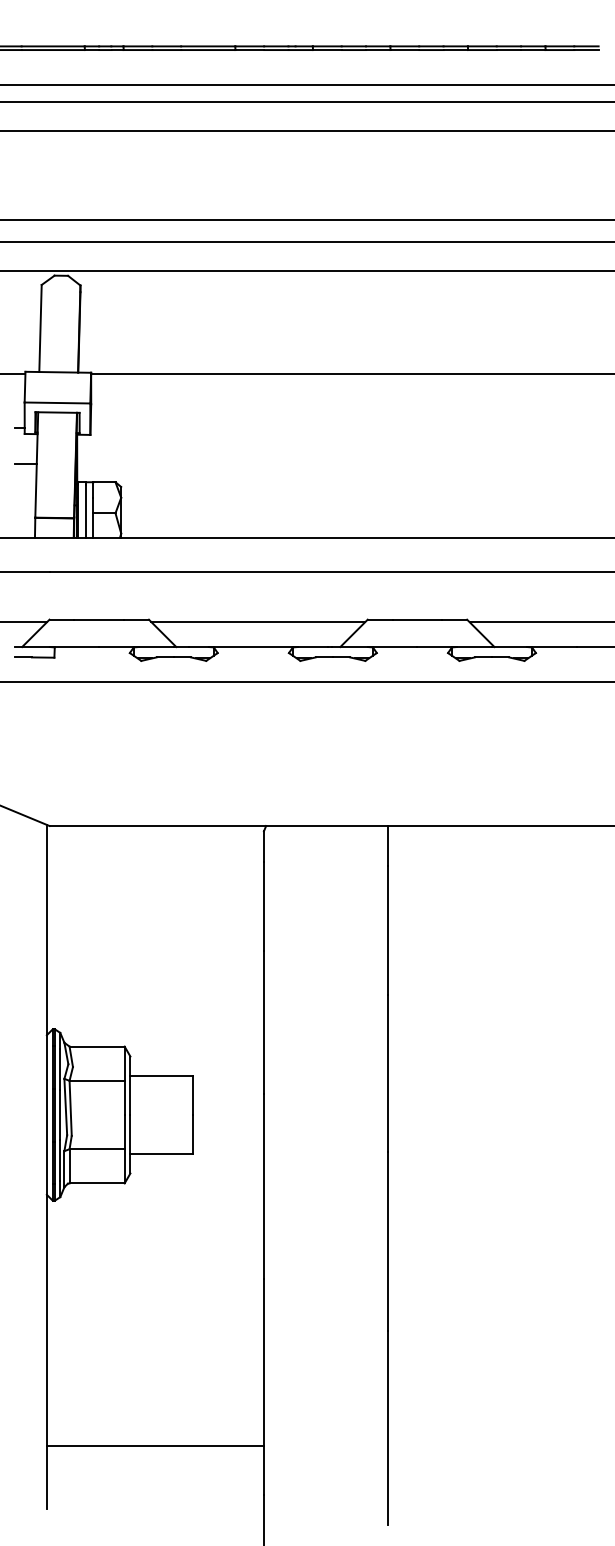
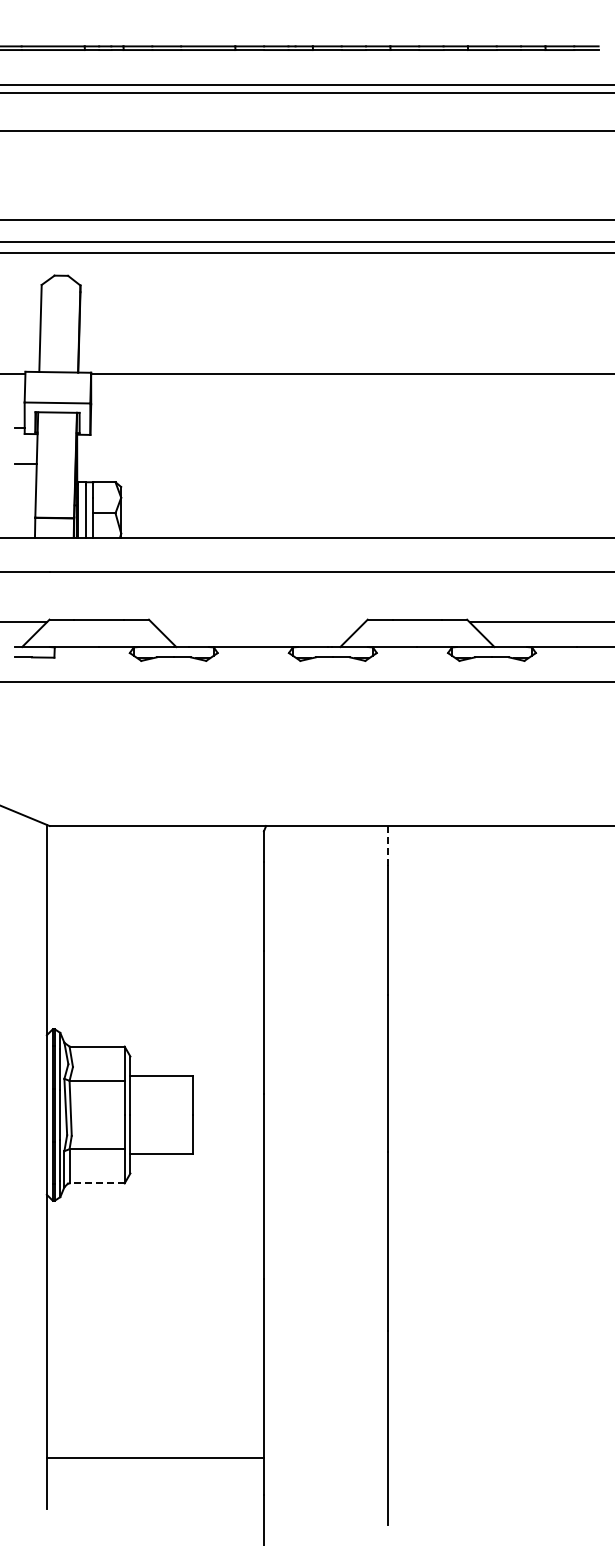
line at (306, 101) position: (306, 101) -> (306, 92)
line at (306, 270) position: (306, 270) -> (306, 252)
line at (258, 622): present -> none
line at (388, 846): solid -> dashed
line at (97, 1183): solid -> dashed
line at (154, 1446) position: (154, 1446) -> (154, 1458)
